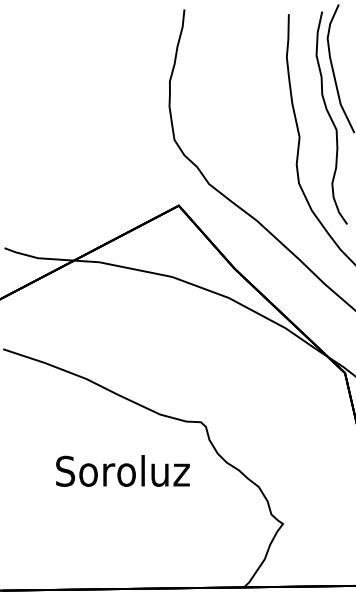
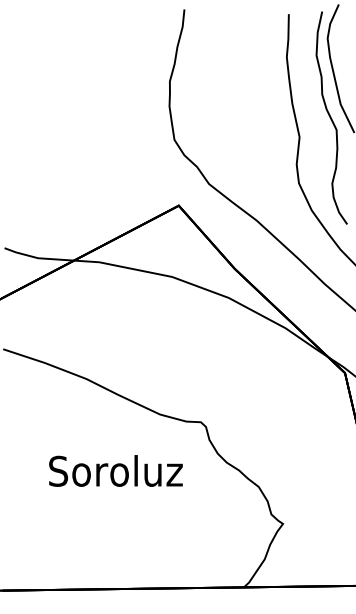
text at (122, 470) position: (122, 470) -> (115, 470)
